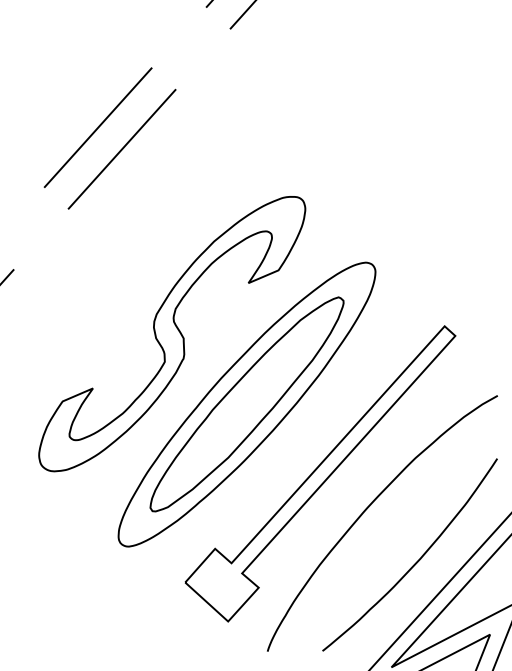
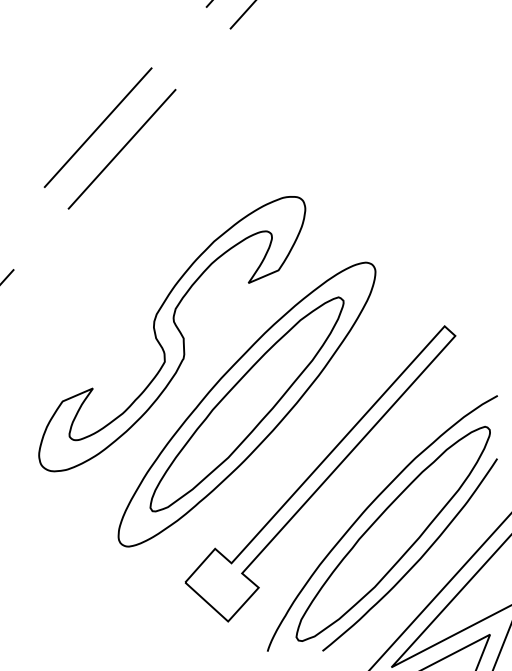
part at (392, 533): none -> present
